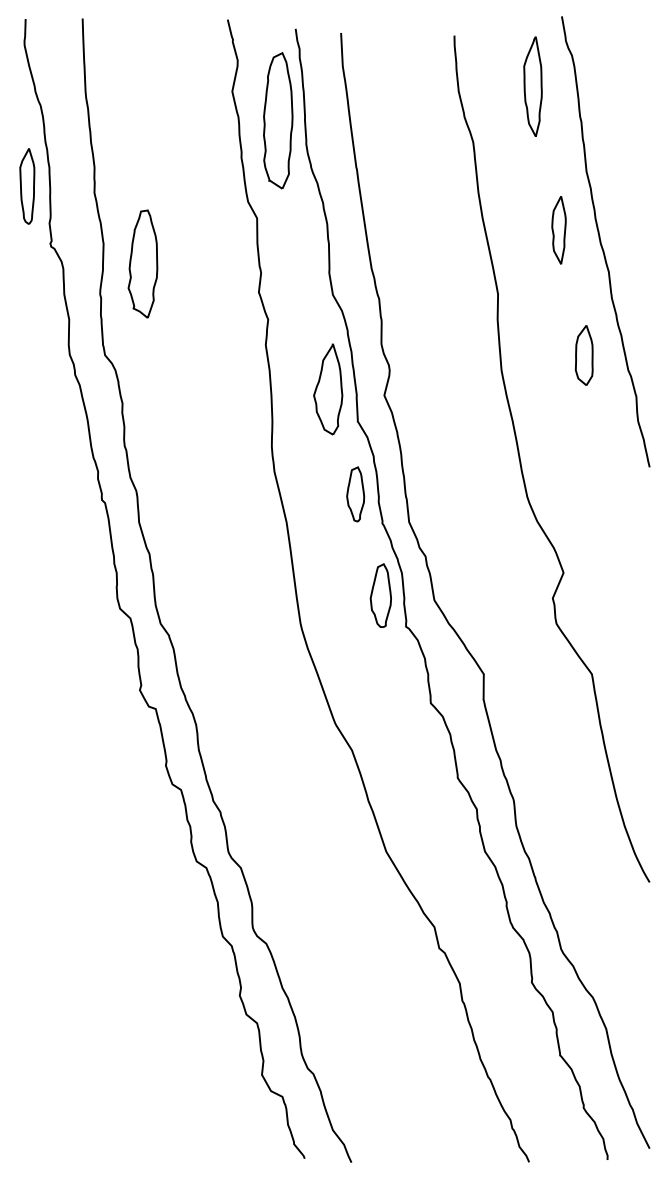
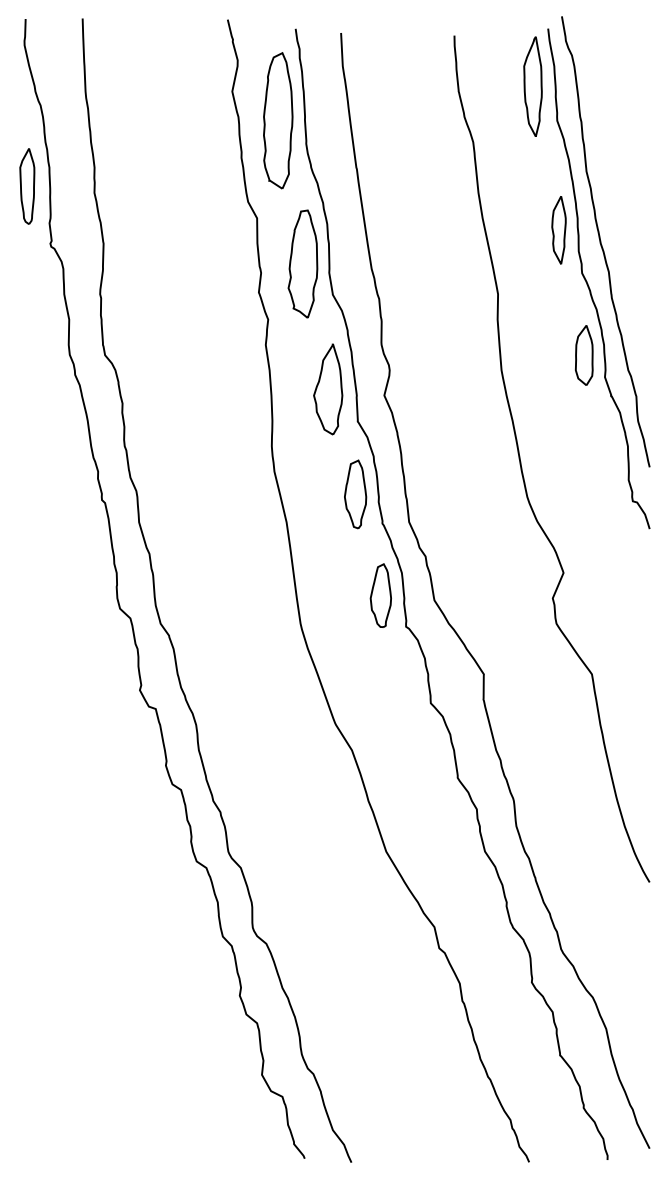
part at (142, 263) position: (142, 263) -> (302, 263)
curve at (588, 283): none -> present
part at (355, 494) size: 20x57 px -> 24x71 px
